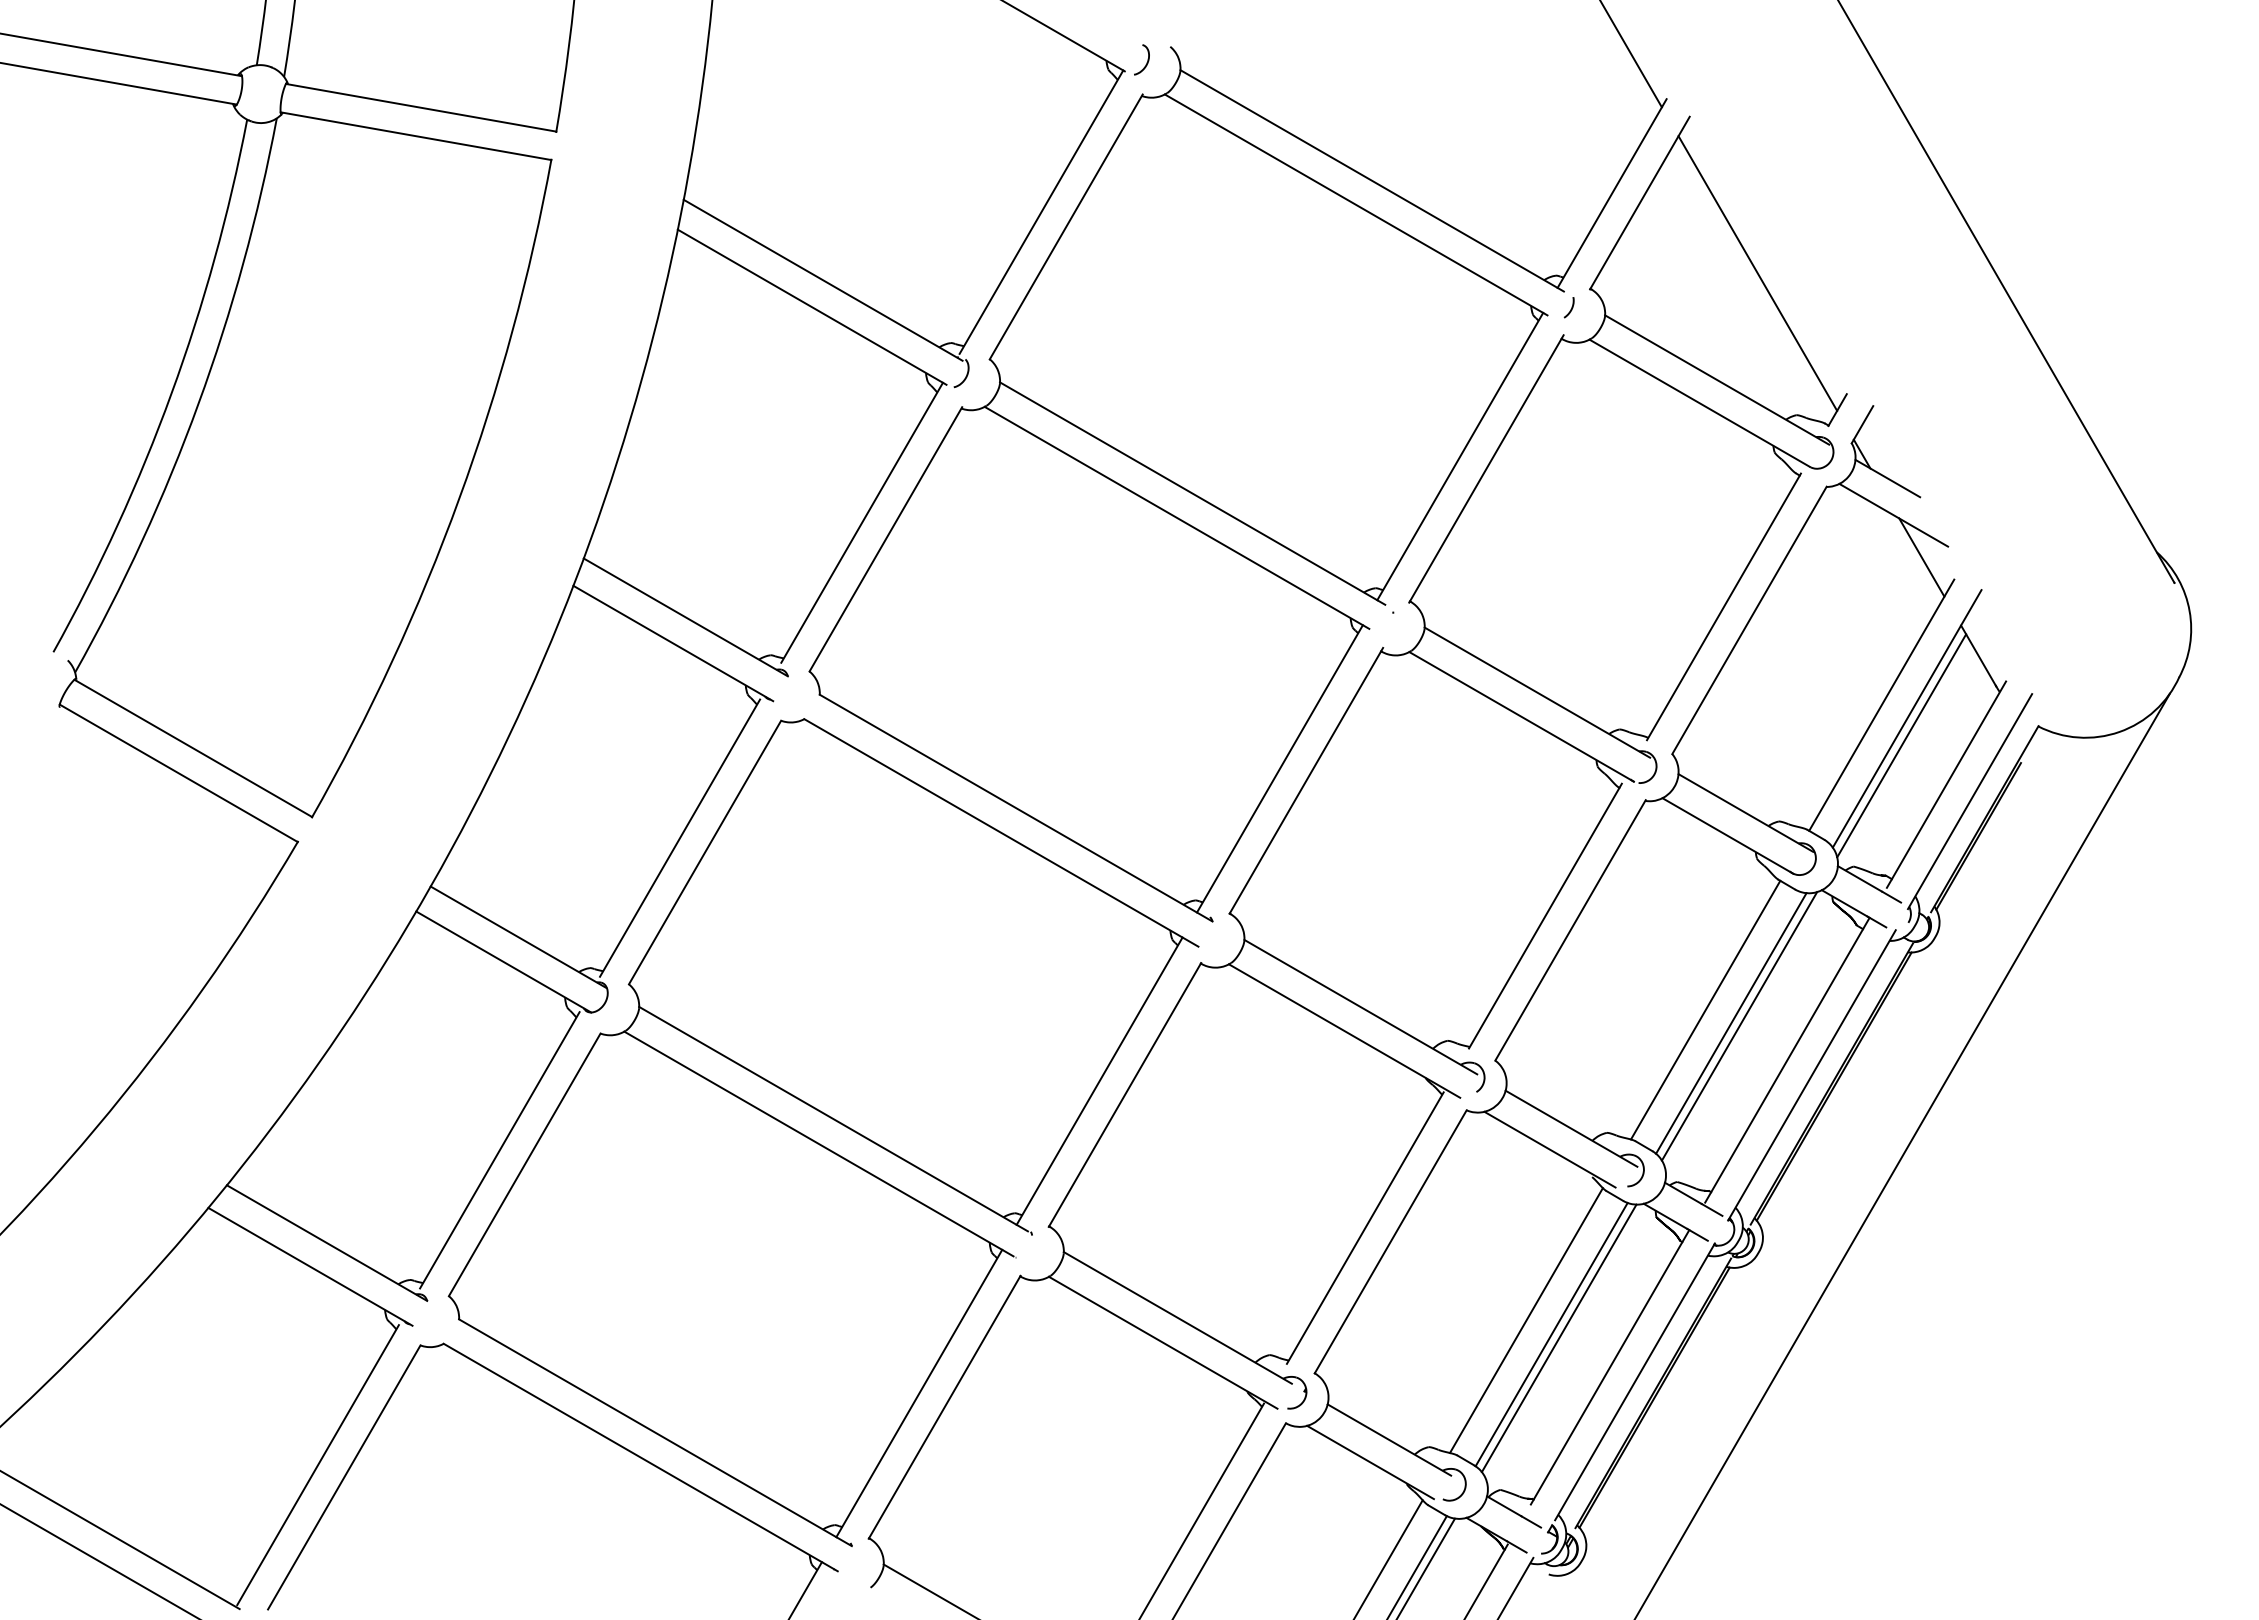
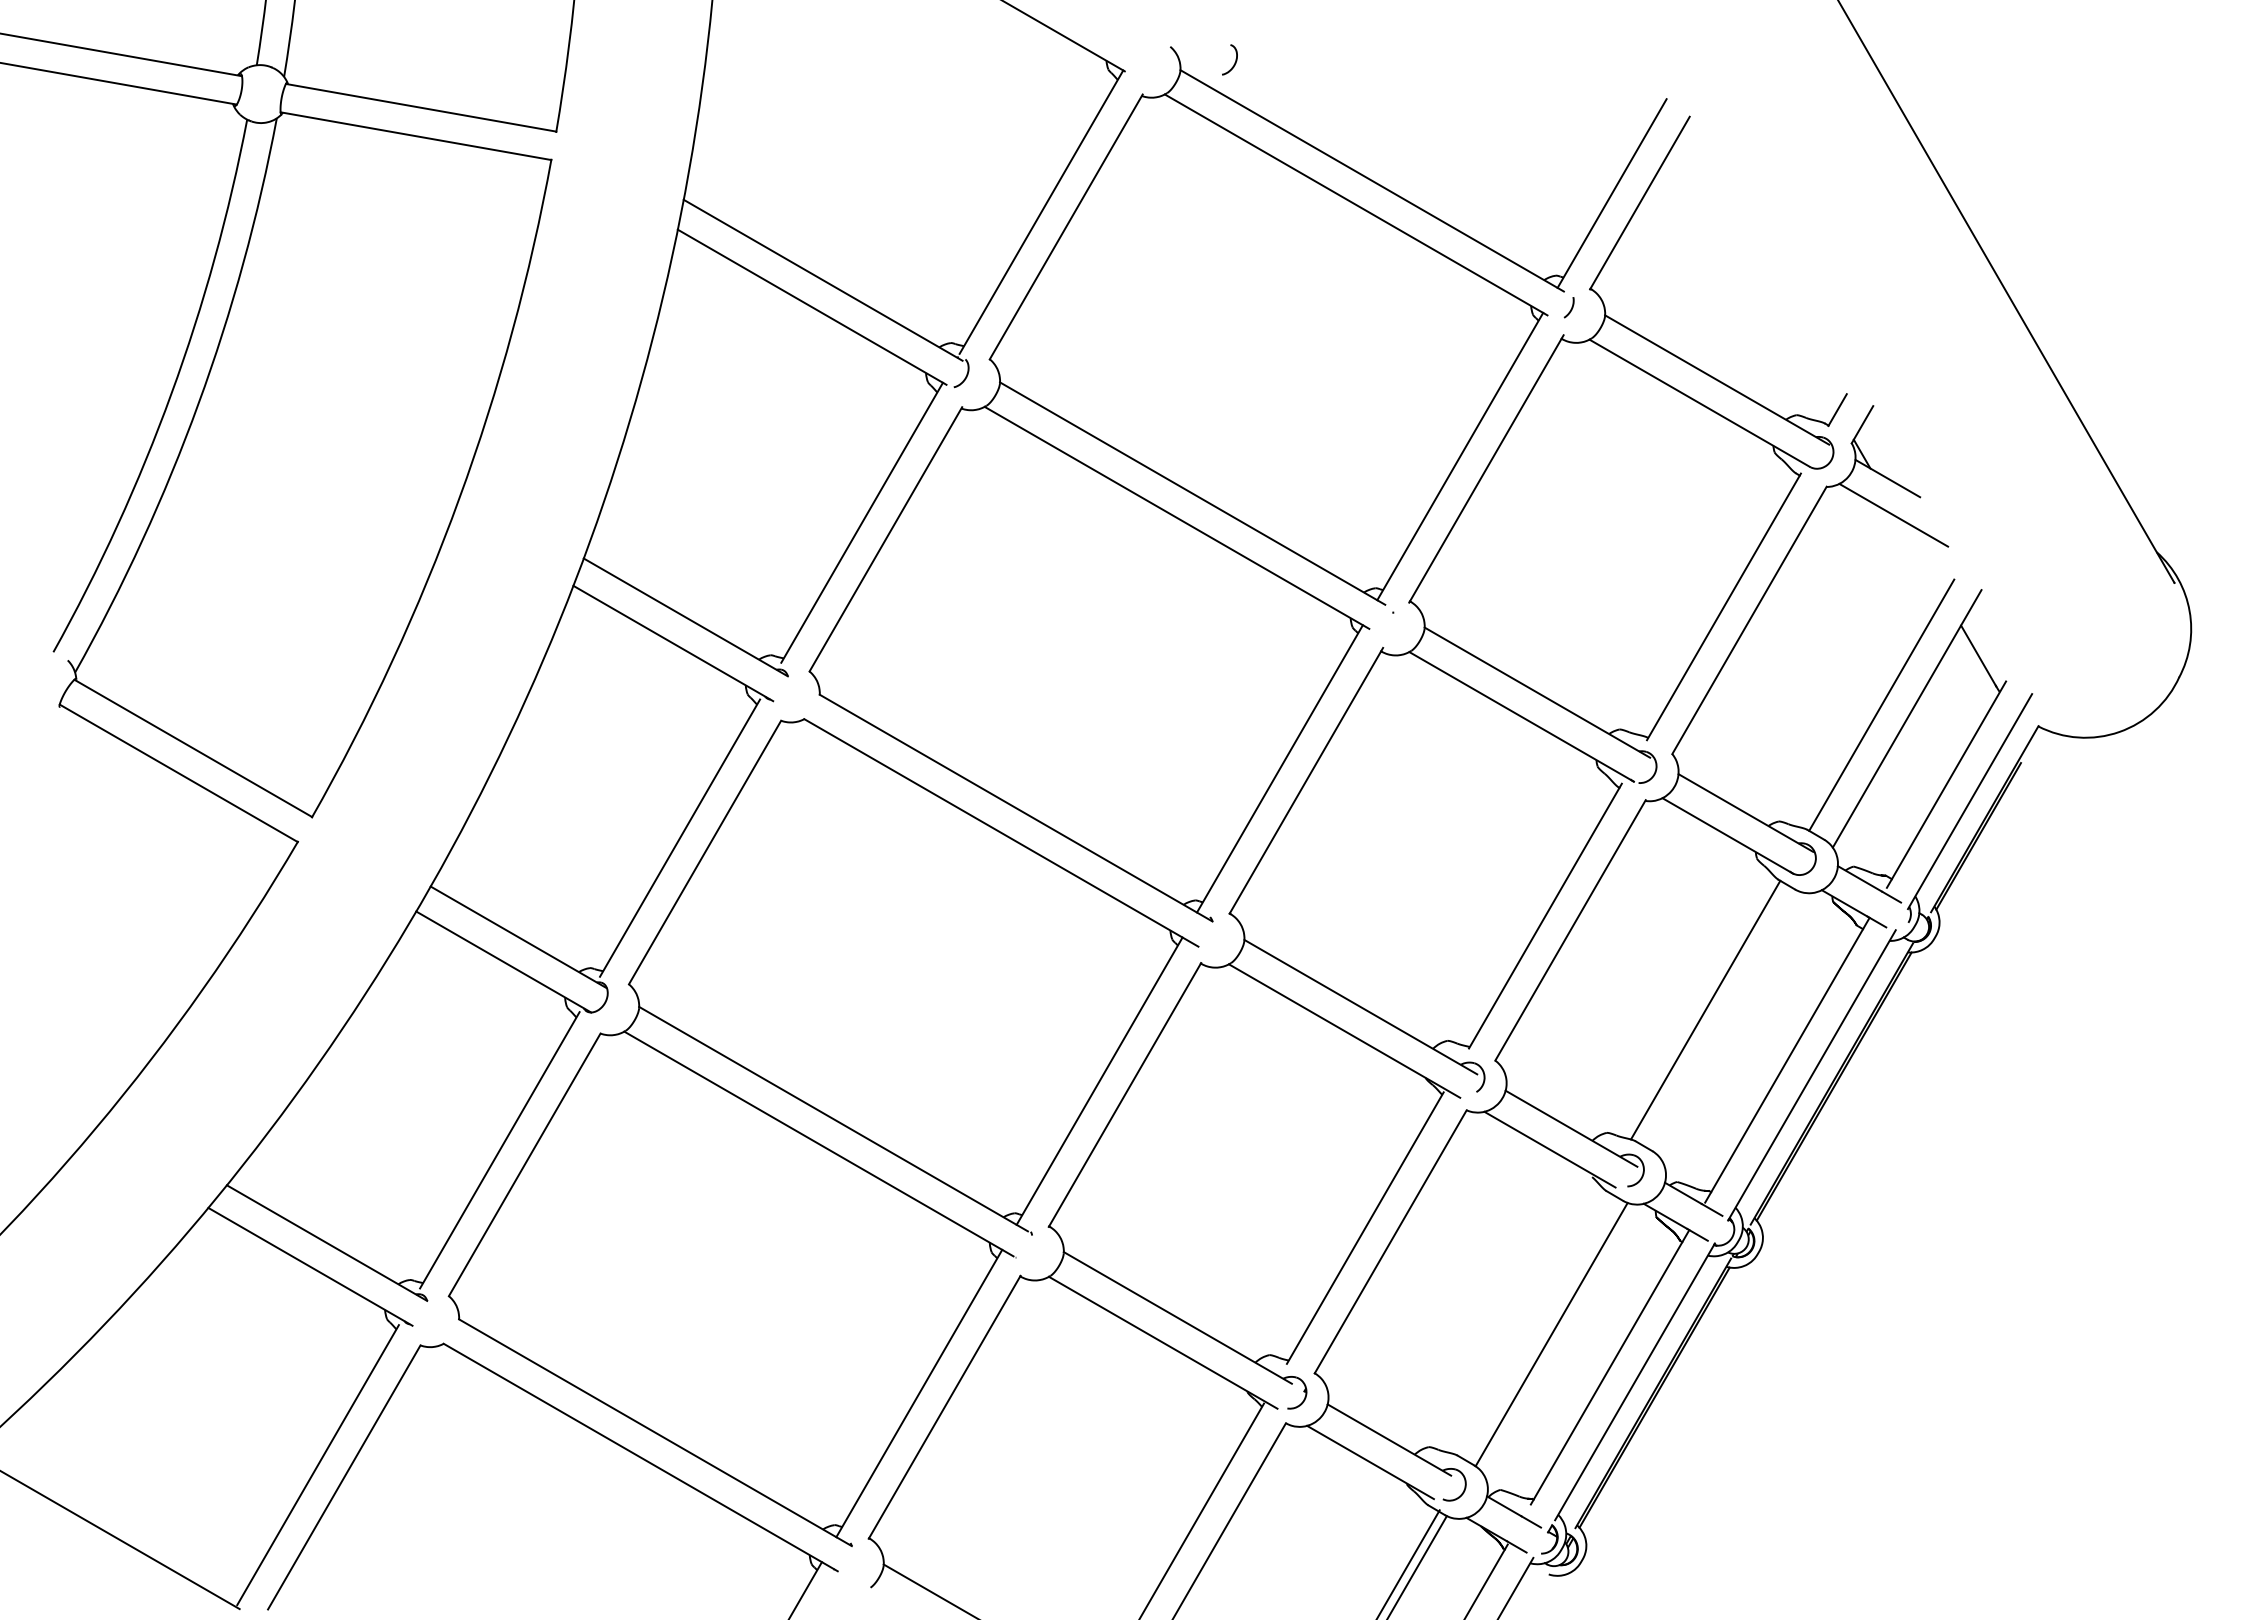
line at (1631, 54): present -> none
curve at (1146, 62) position: (1146, 62) -> (1234, 62)
line at (1757, 273): present -> none
line at (1921, 557): present -> none
line at (1901, 745): present -> none
line at (1731, 1023): present -> none
line at (1739, 1026): present -> none
line at (1902, 1154): present -> none
line at (1526, 1320): present -> none
line at (1558, 1338): present -> none
line at (1388, 1558) position: (1388, 1558) -> (1408, 1563)
line at (98, 1560): present -> none
line at (1426, 1567): present -> none
